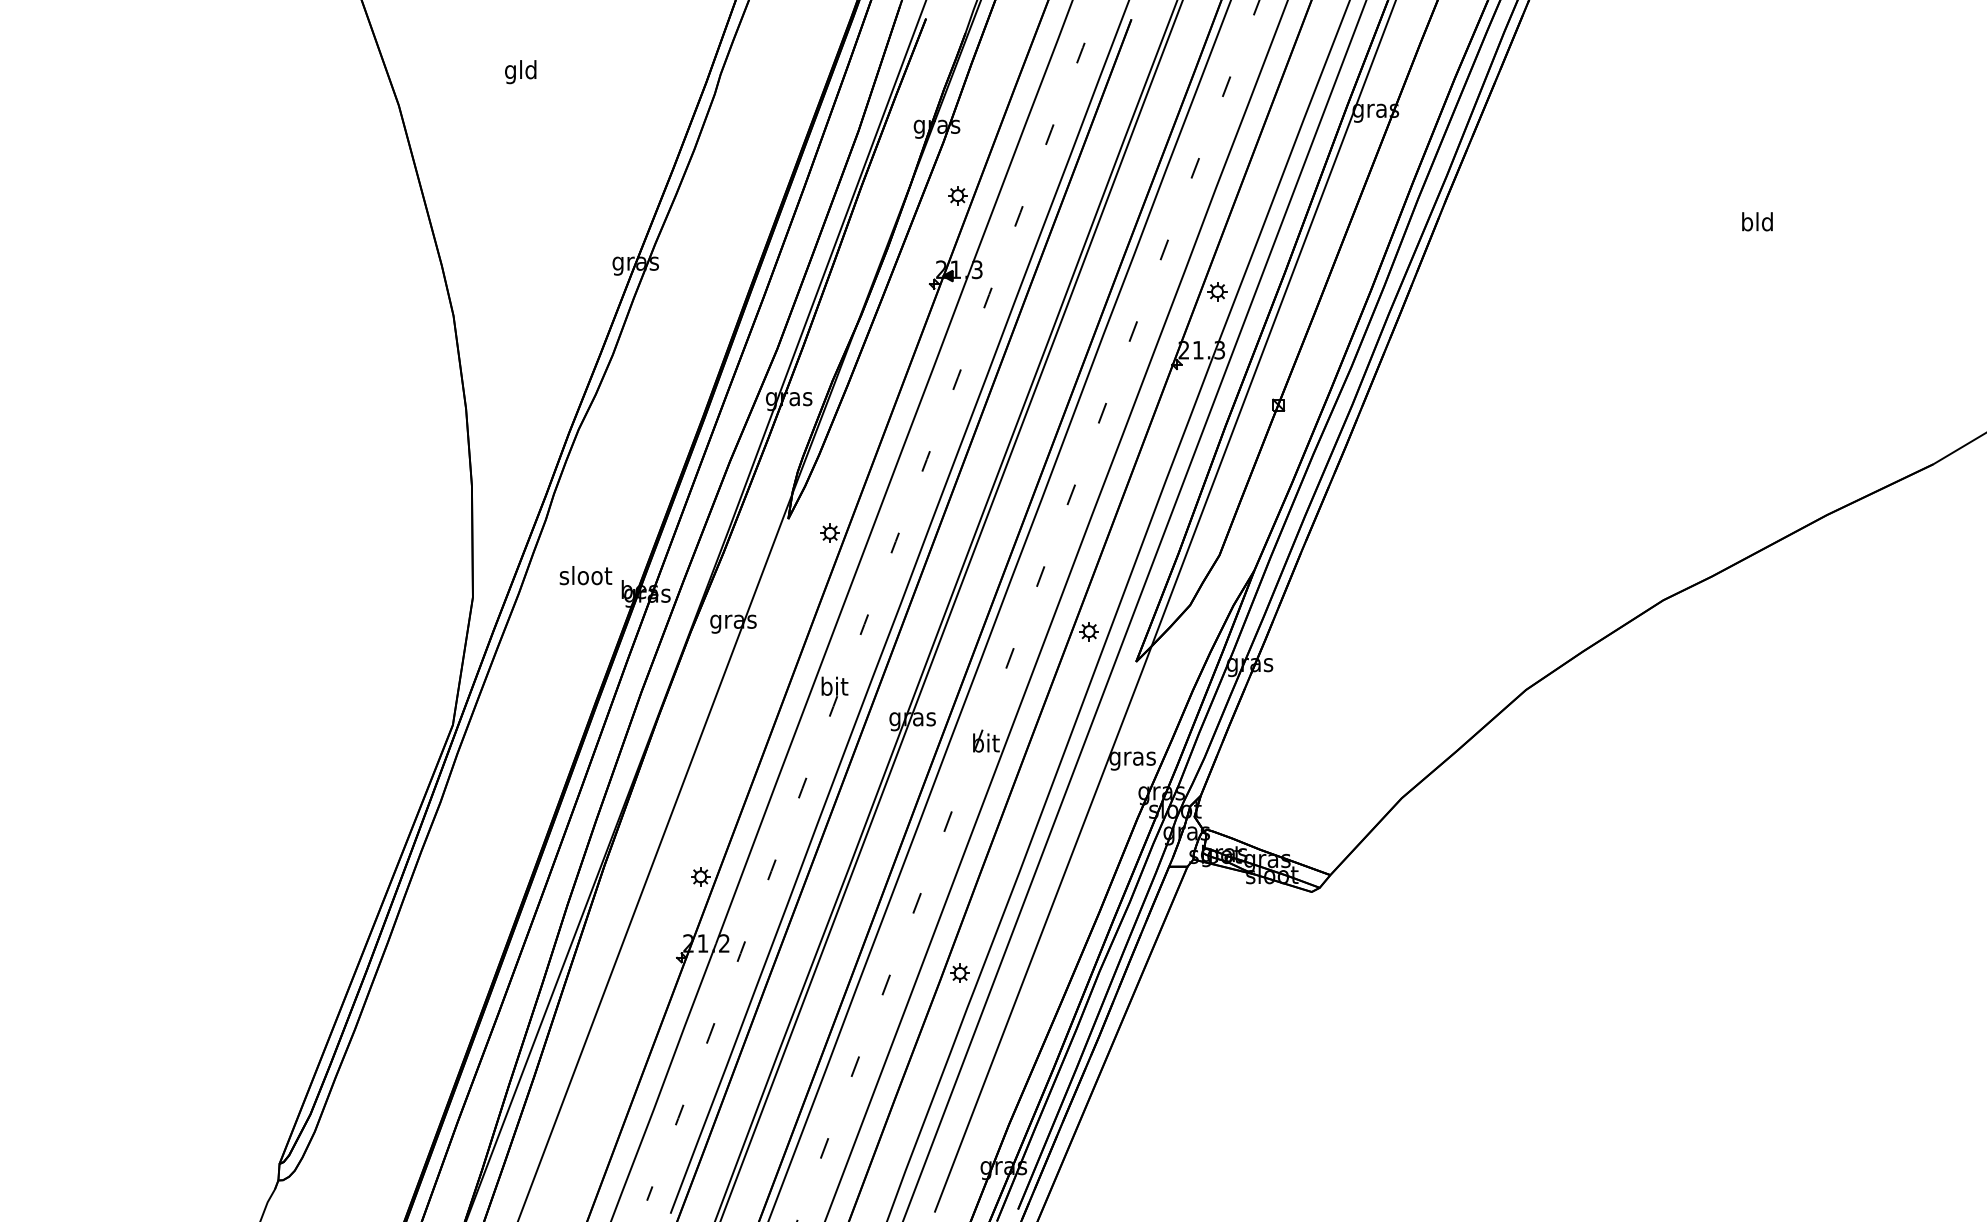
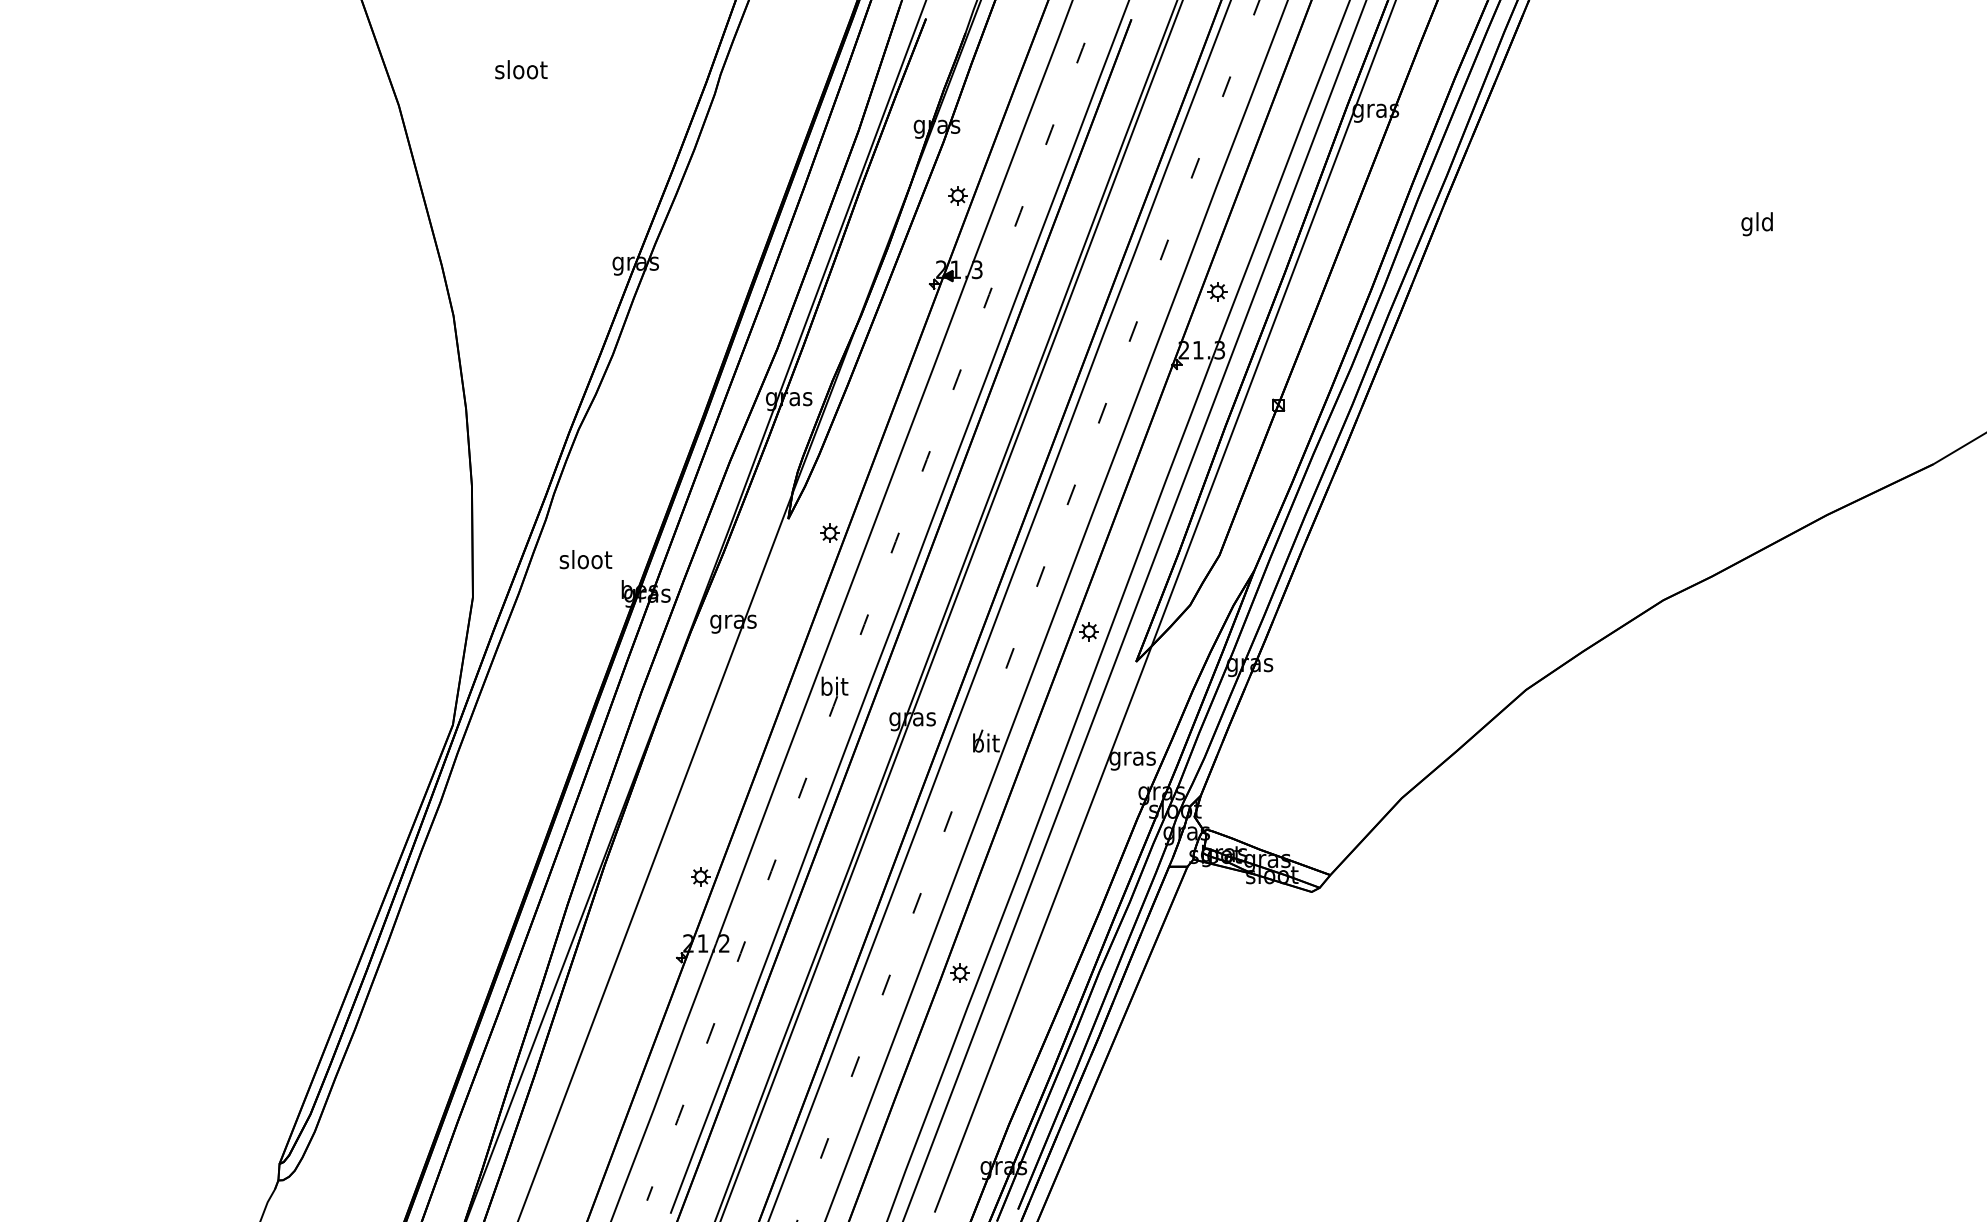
text at (521, 72): gld -> sloot
text at (1747, 224): bld -> gld
text at (585, 575) position: (585, 575) -> (585, 559)
